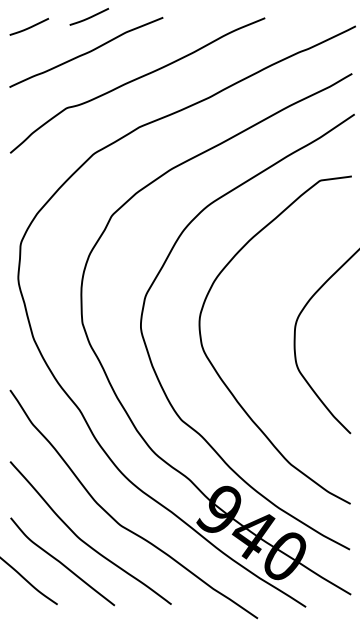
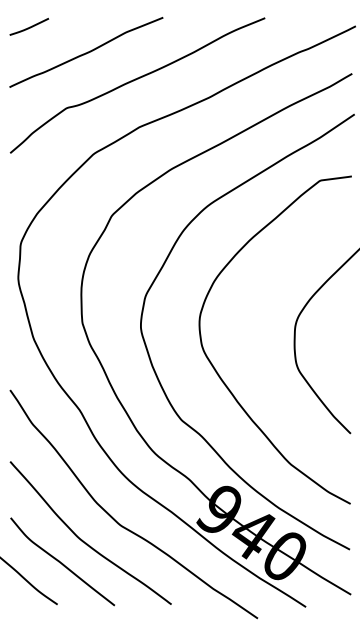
curve at (89, 16): present -> none
